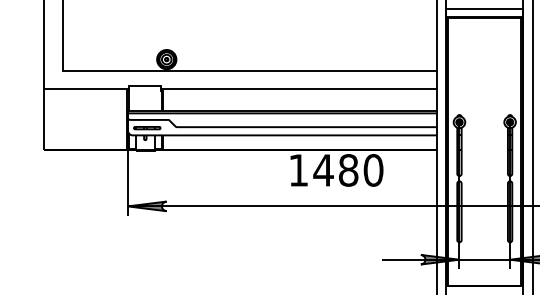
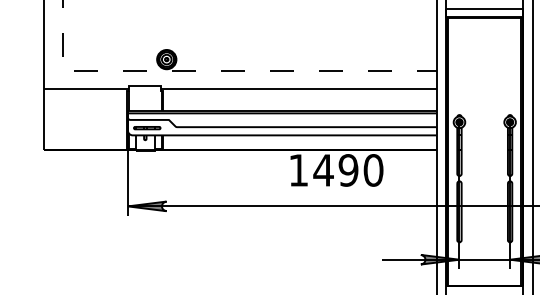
line at (213, 71): solid -> dashed
text at (348, 170): 1480 -> 1490
